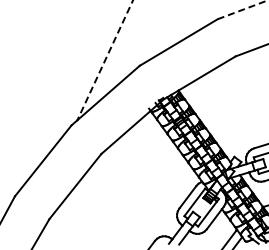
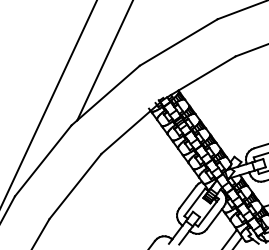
line at (243, 9): dashed -> solid
line at (105, 60): dashed -> solid
line at (48, 103): none -> present
